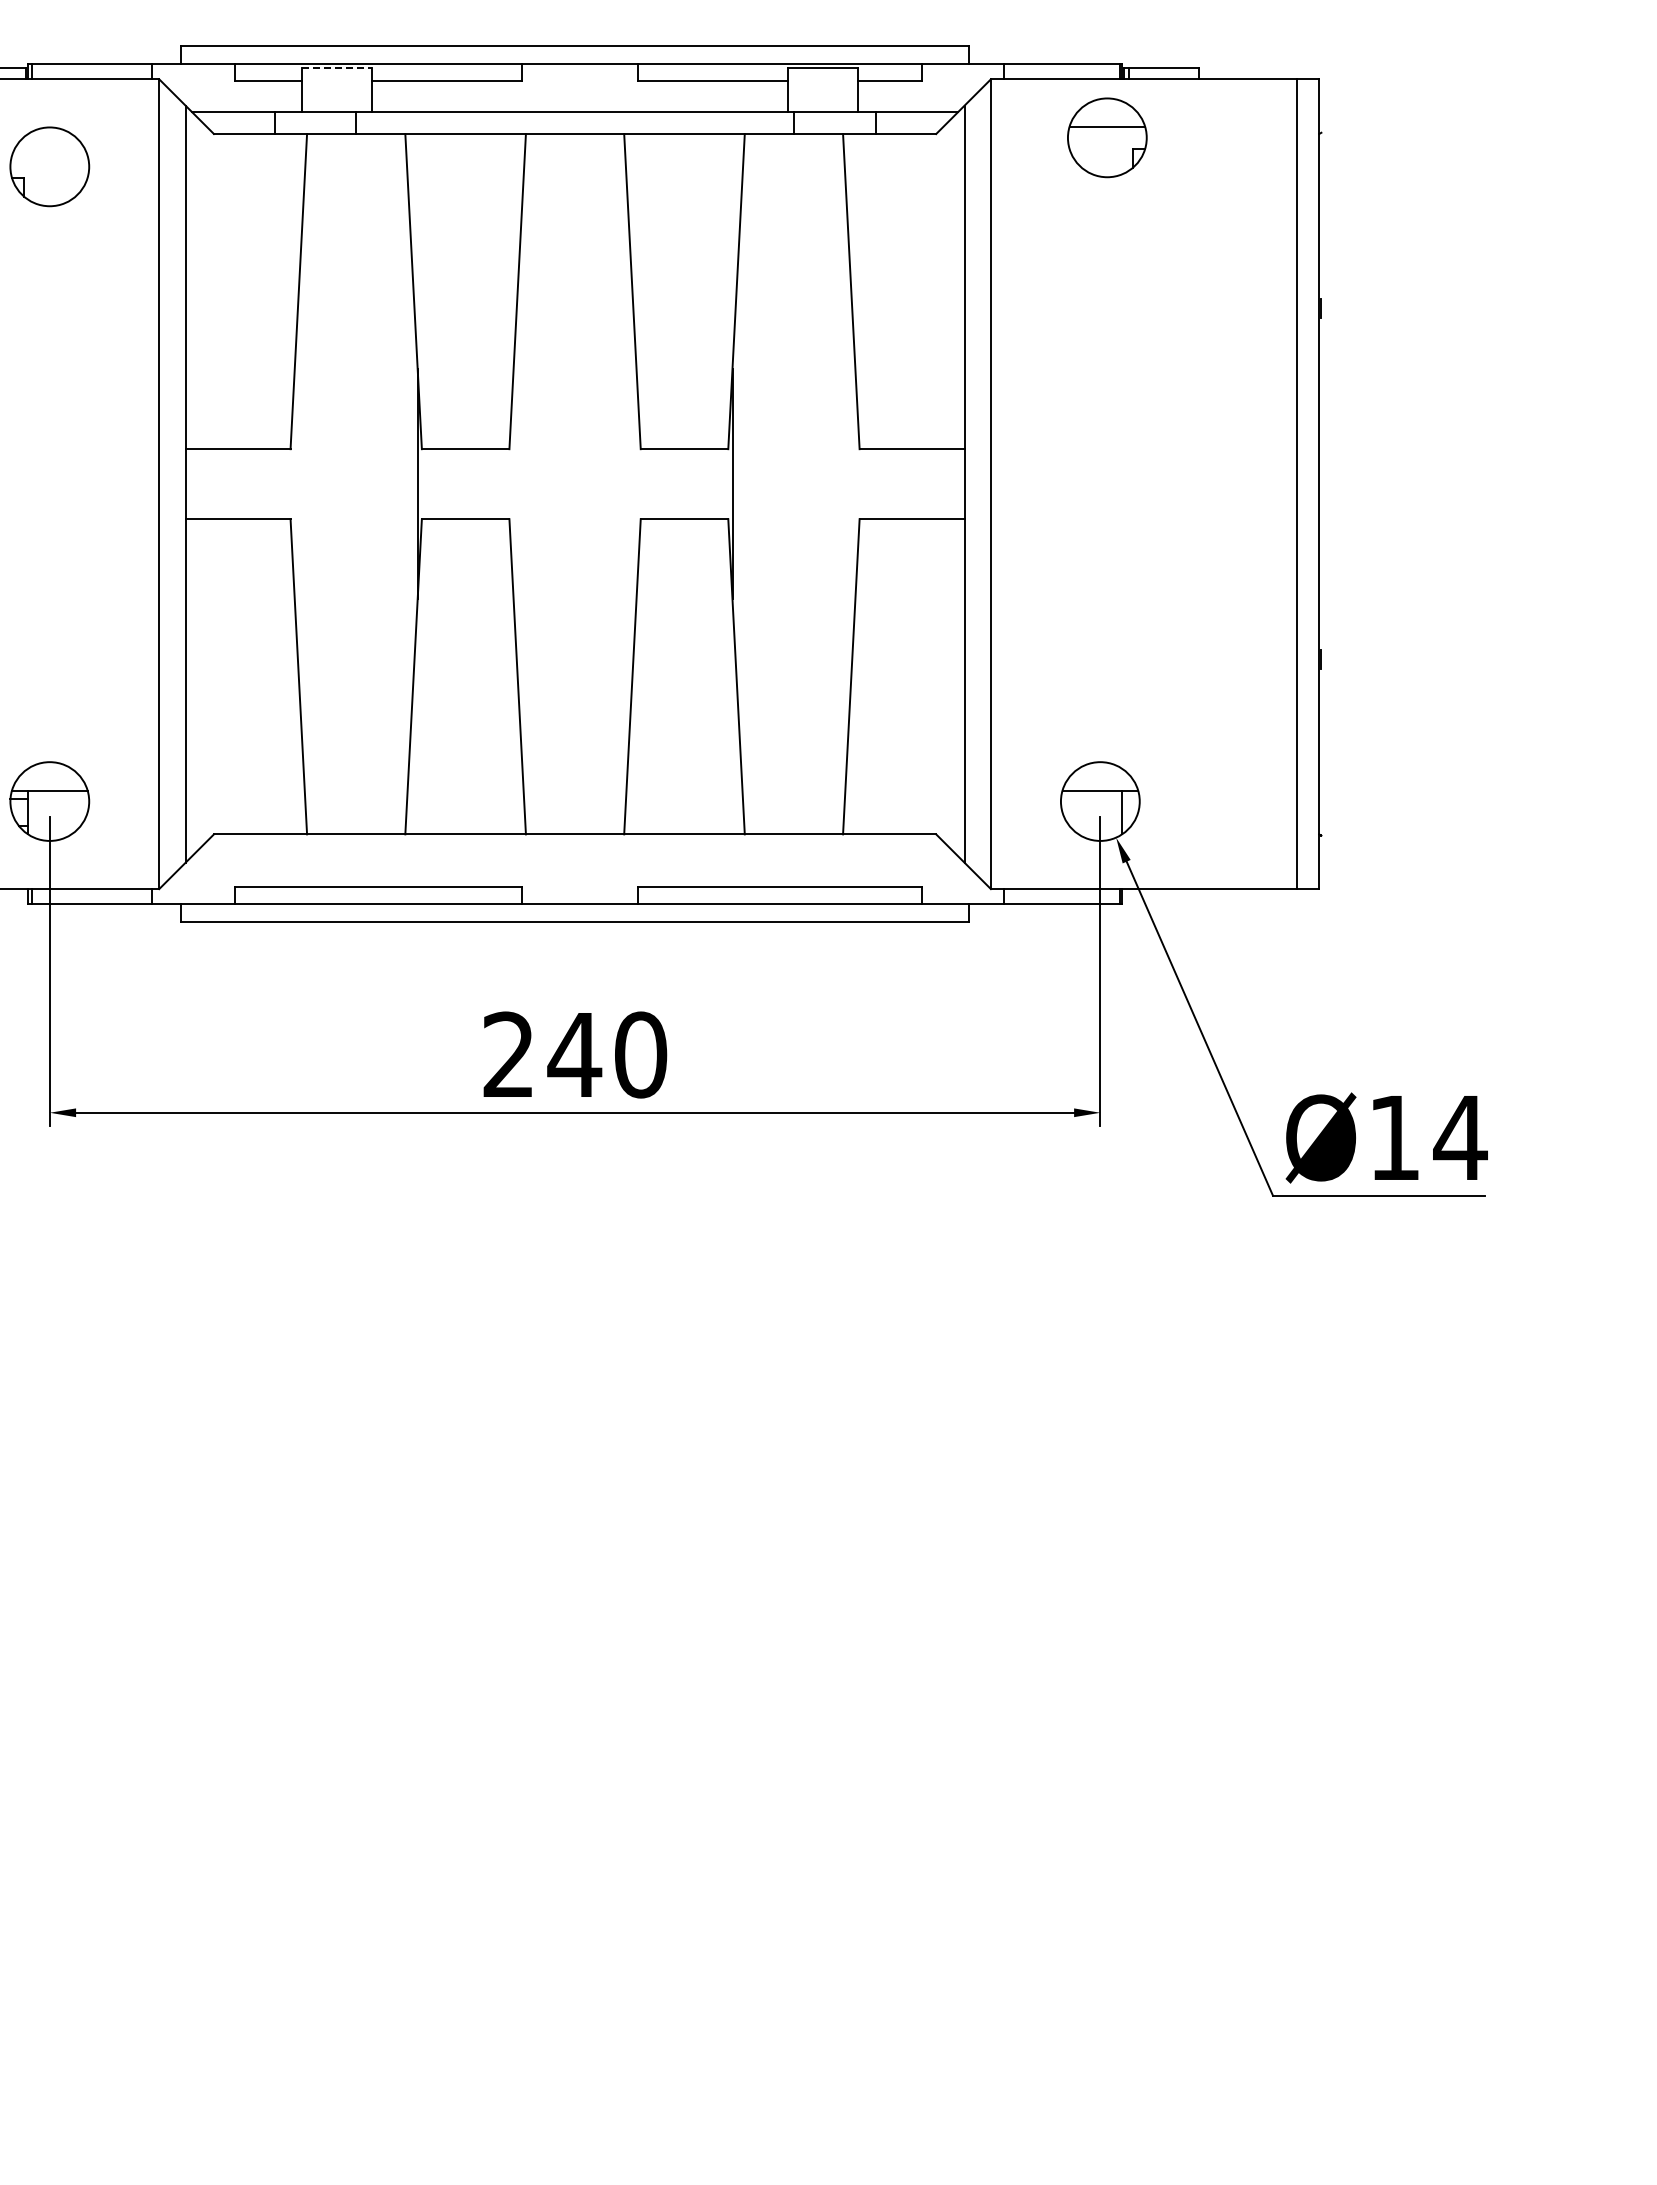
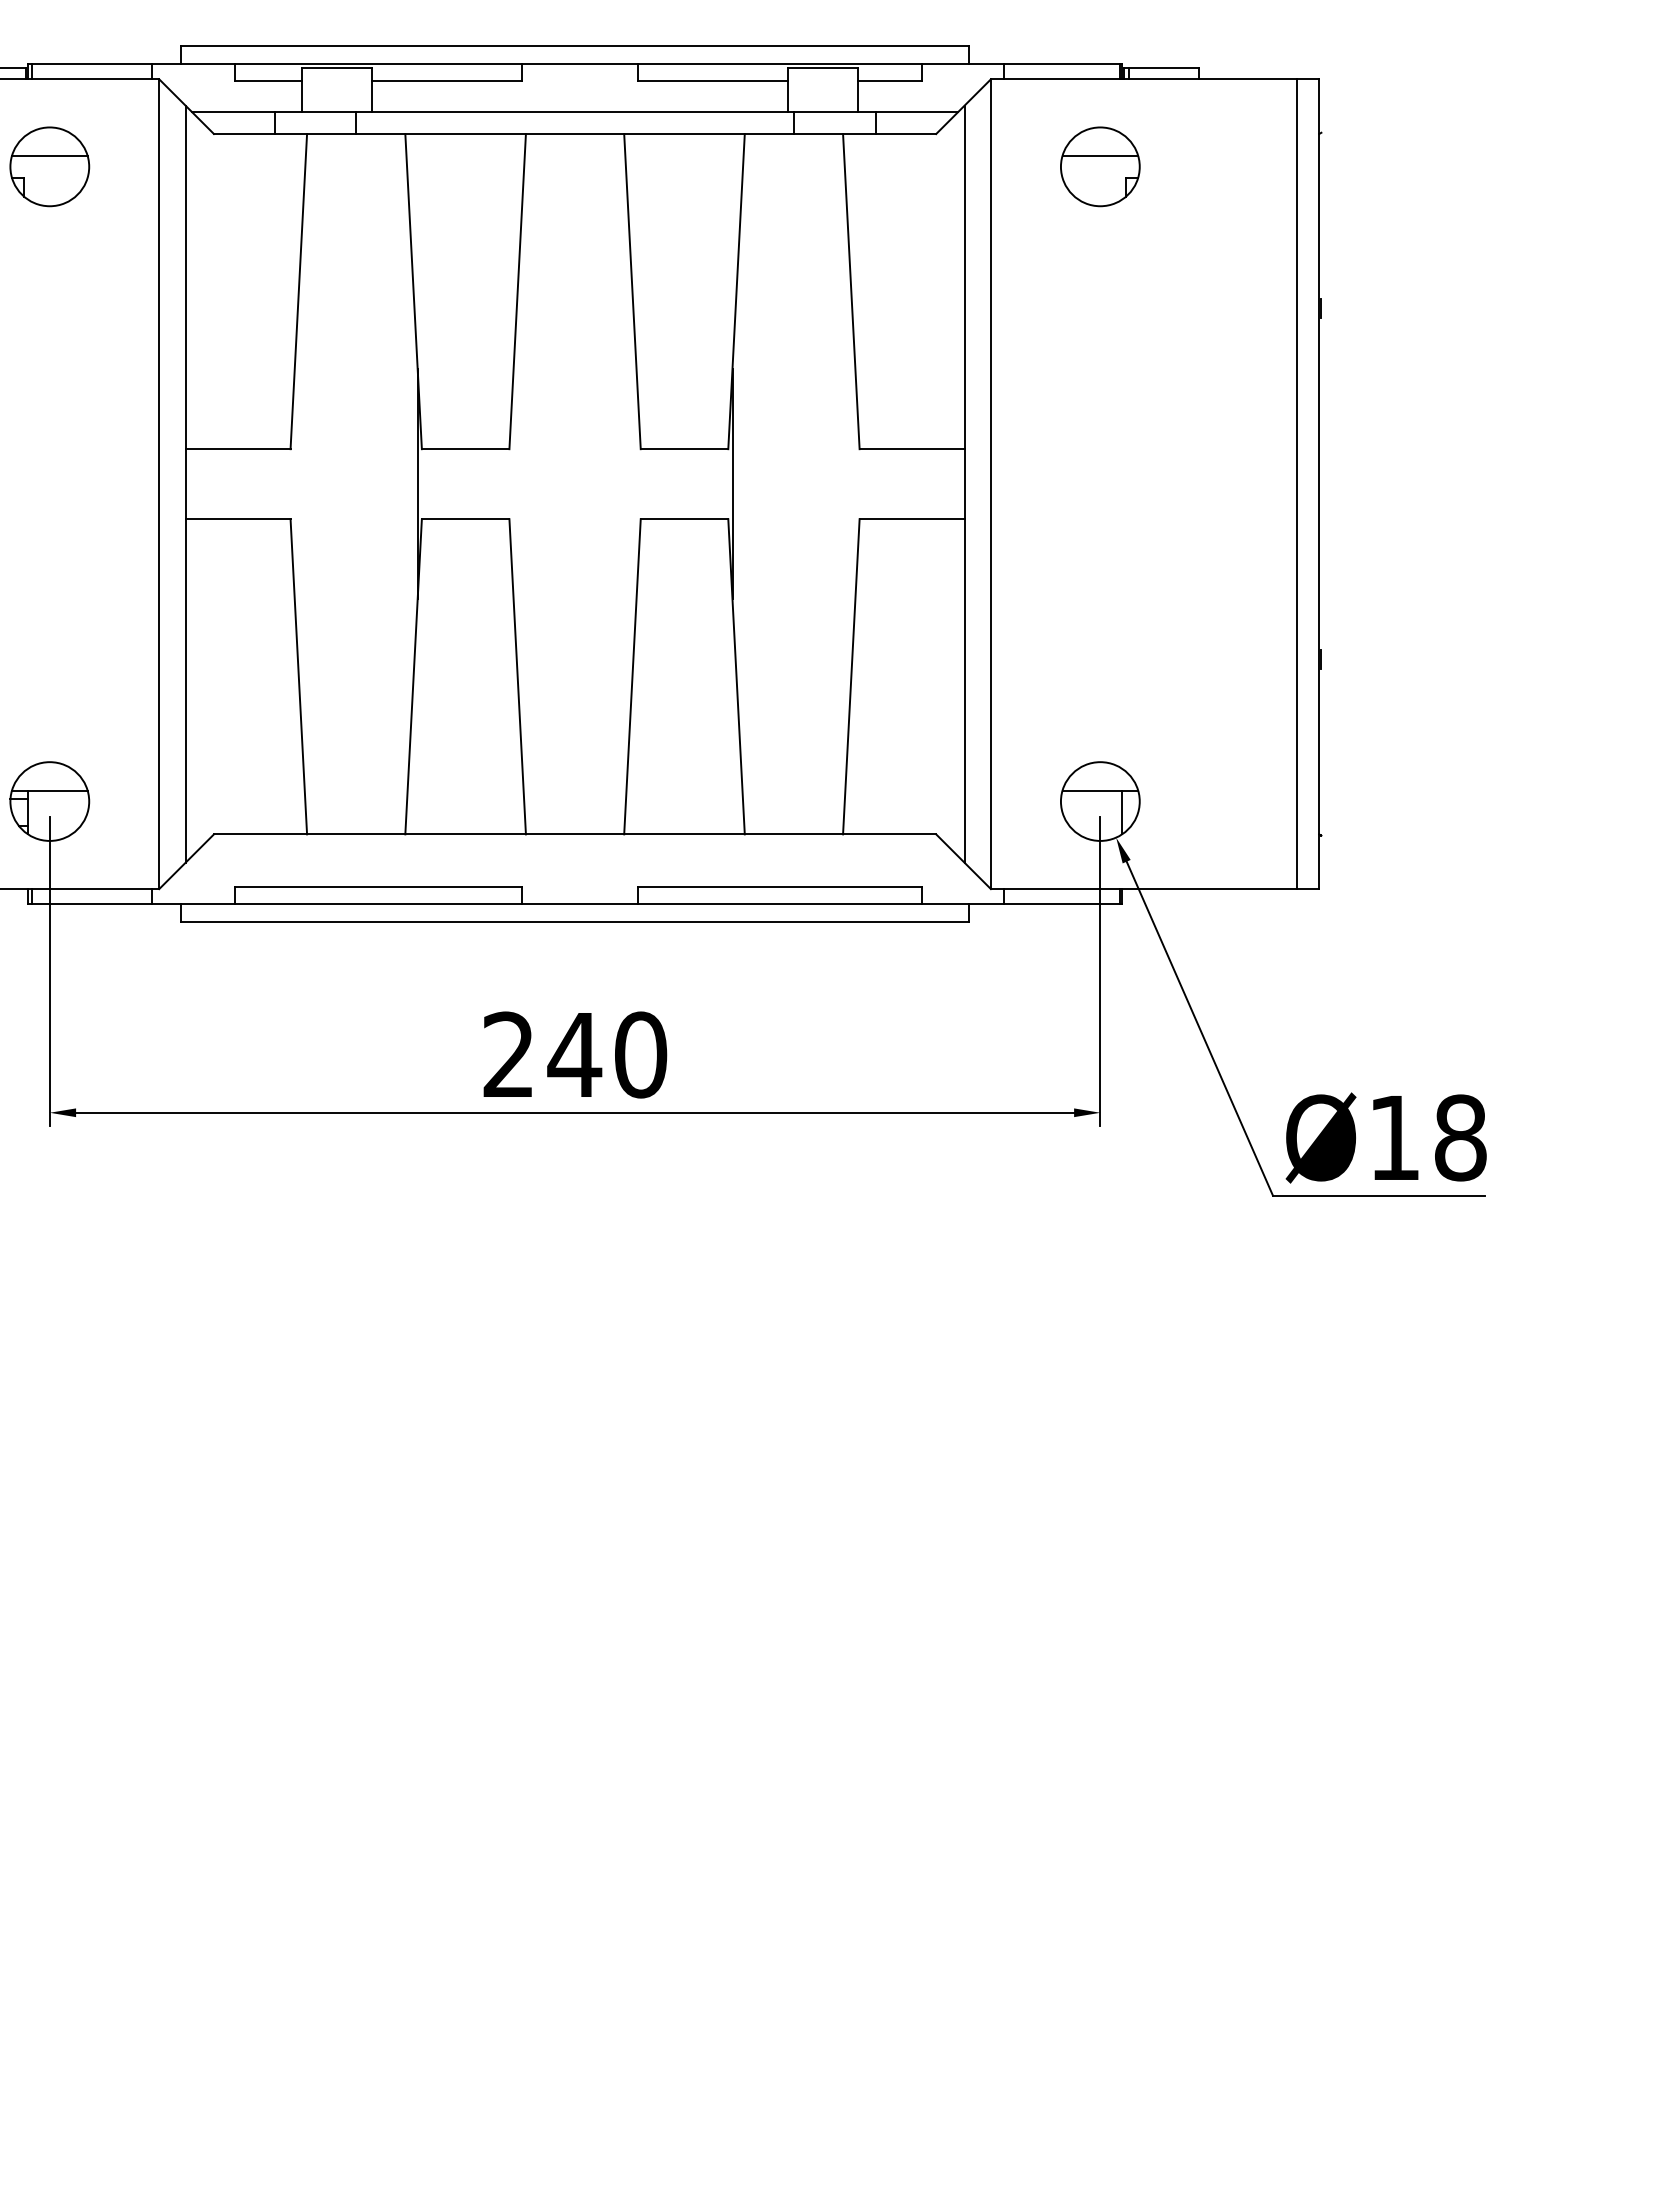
line at (337, 68): dashed -> solid
part at (1107, 137) position: (1107, 137) -> (1100, 166)
line at (49, 155): none -> present
text at (1460, 1137): Ø14 -> Ø18
